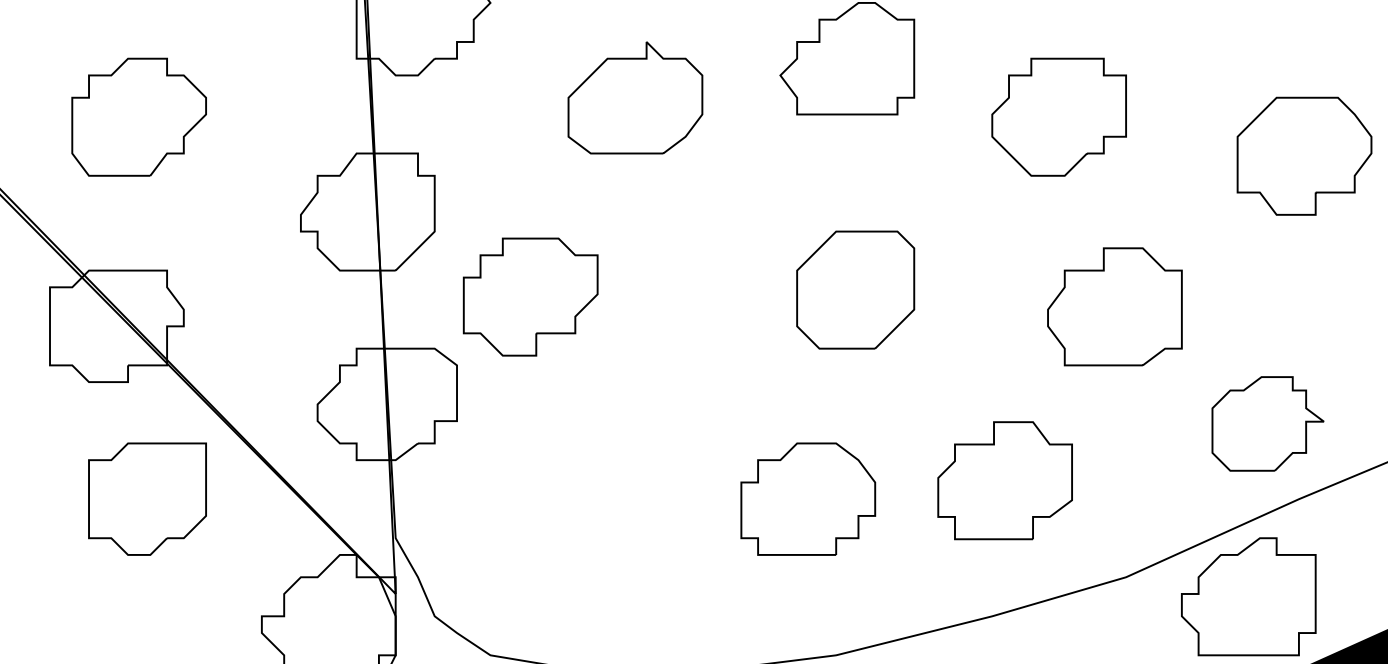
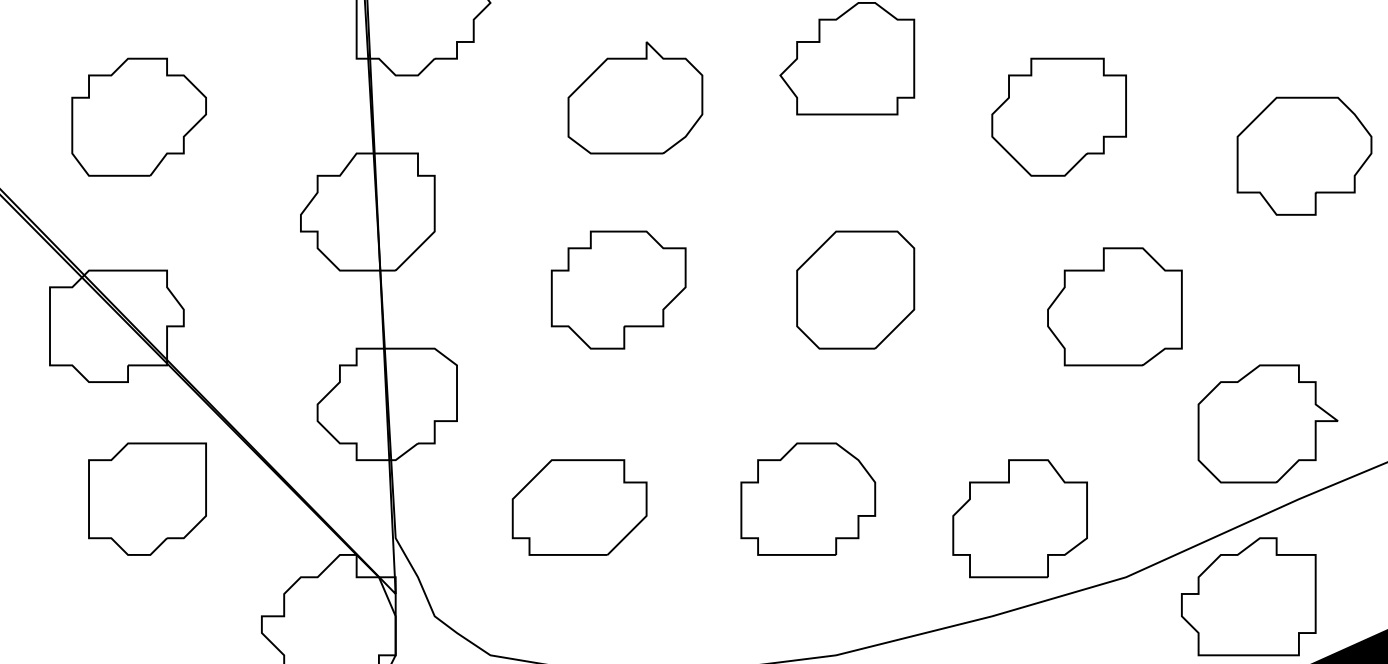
part at (530, 296) position: (530, 296) -> (618, 289)
part at (1267, 423) size: 114x96 px -> 142x120 px
part at (1004, 480) position: (1004, 480) -> (1019, 518)
part at (579, 507): none -> present
